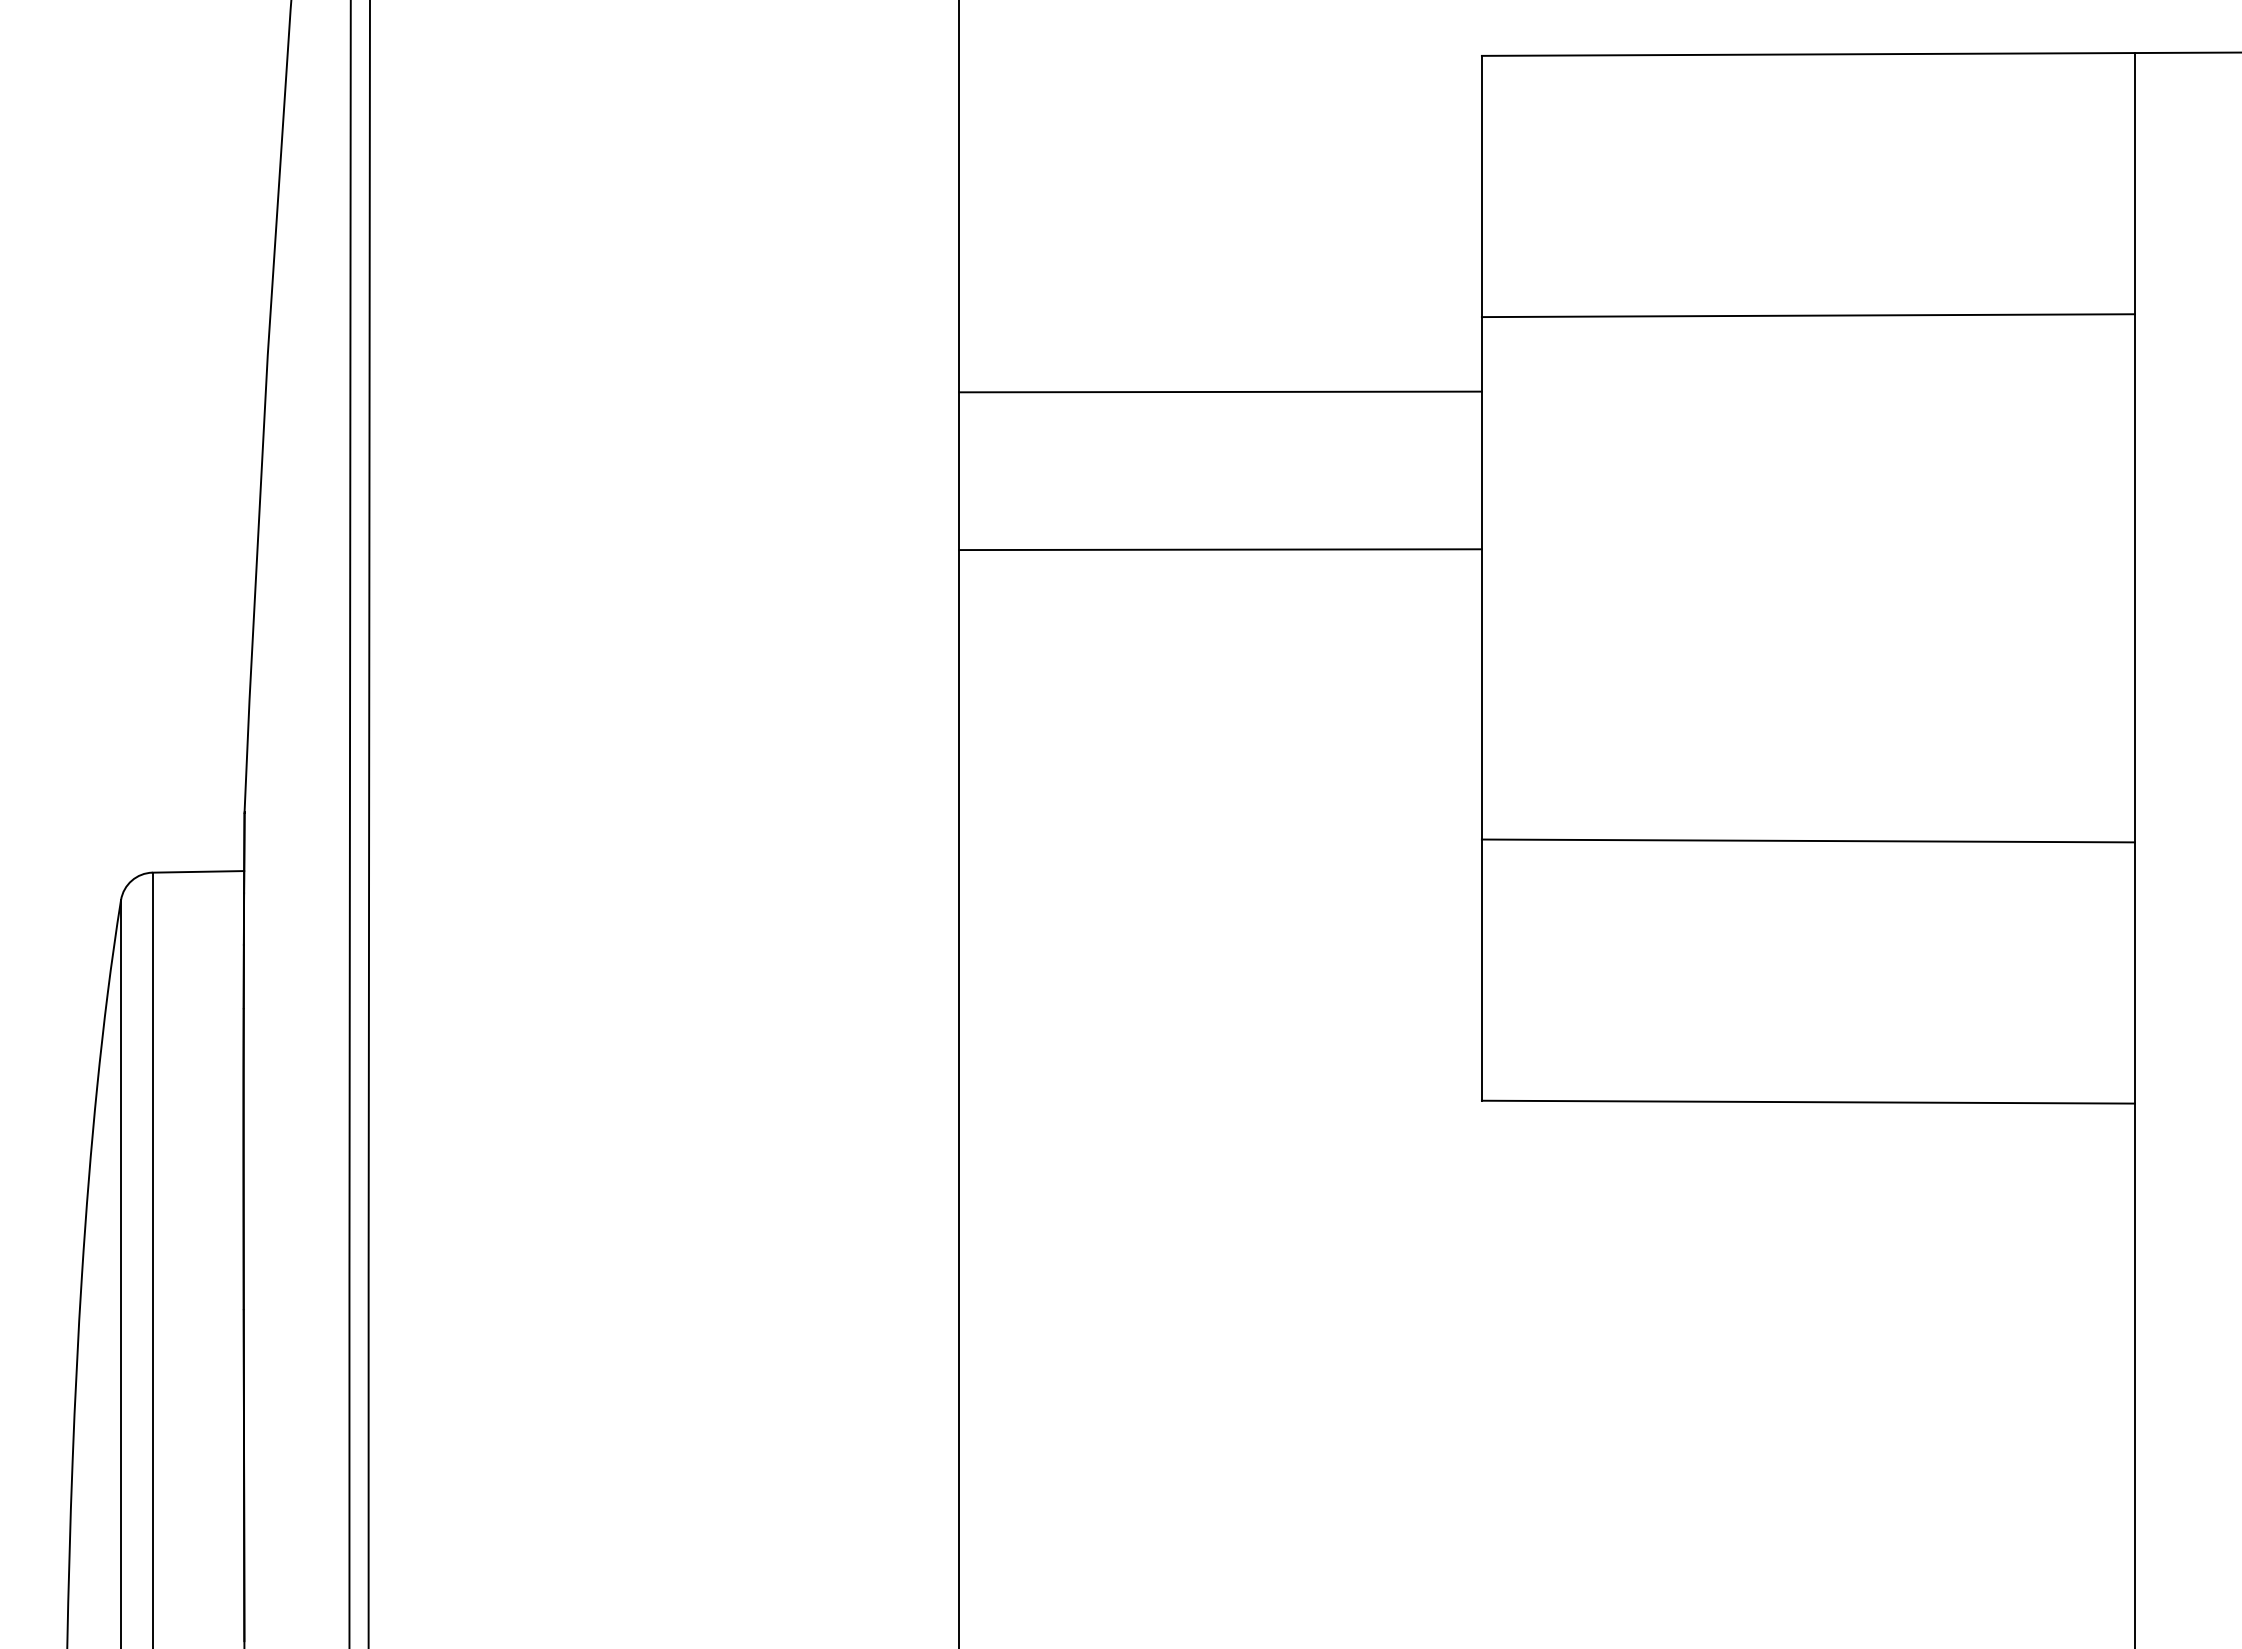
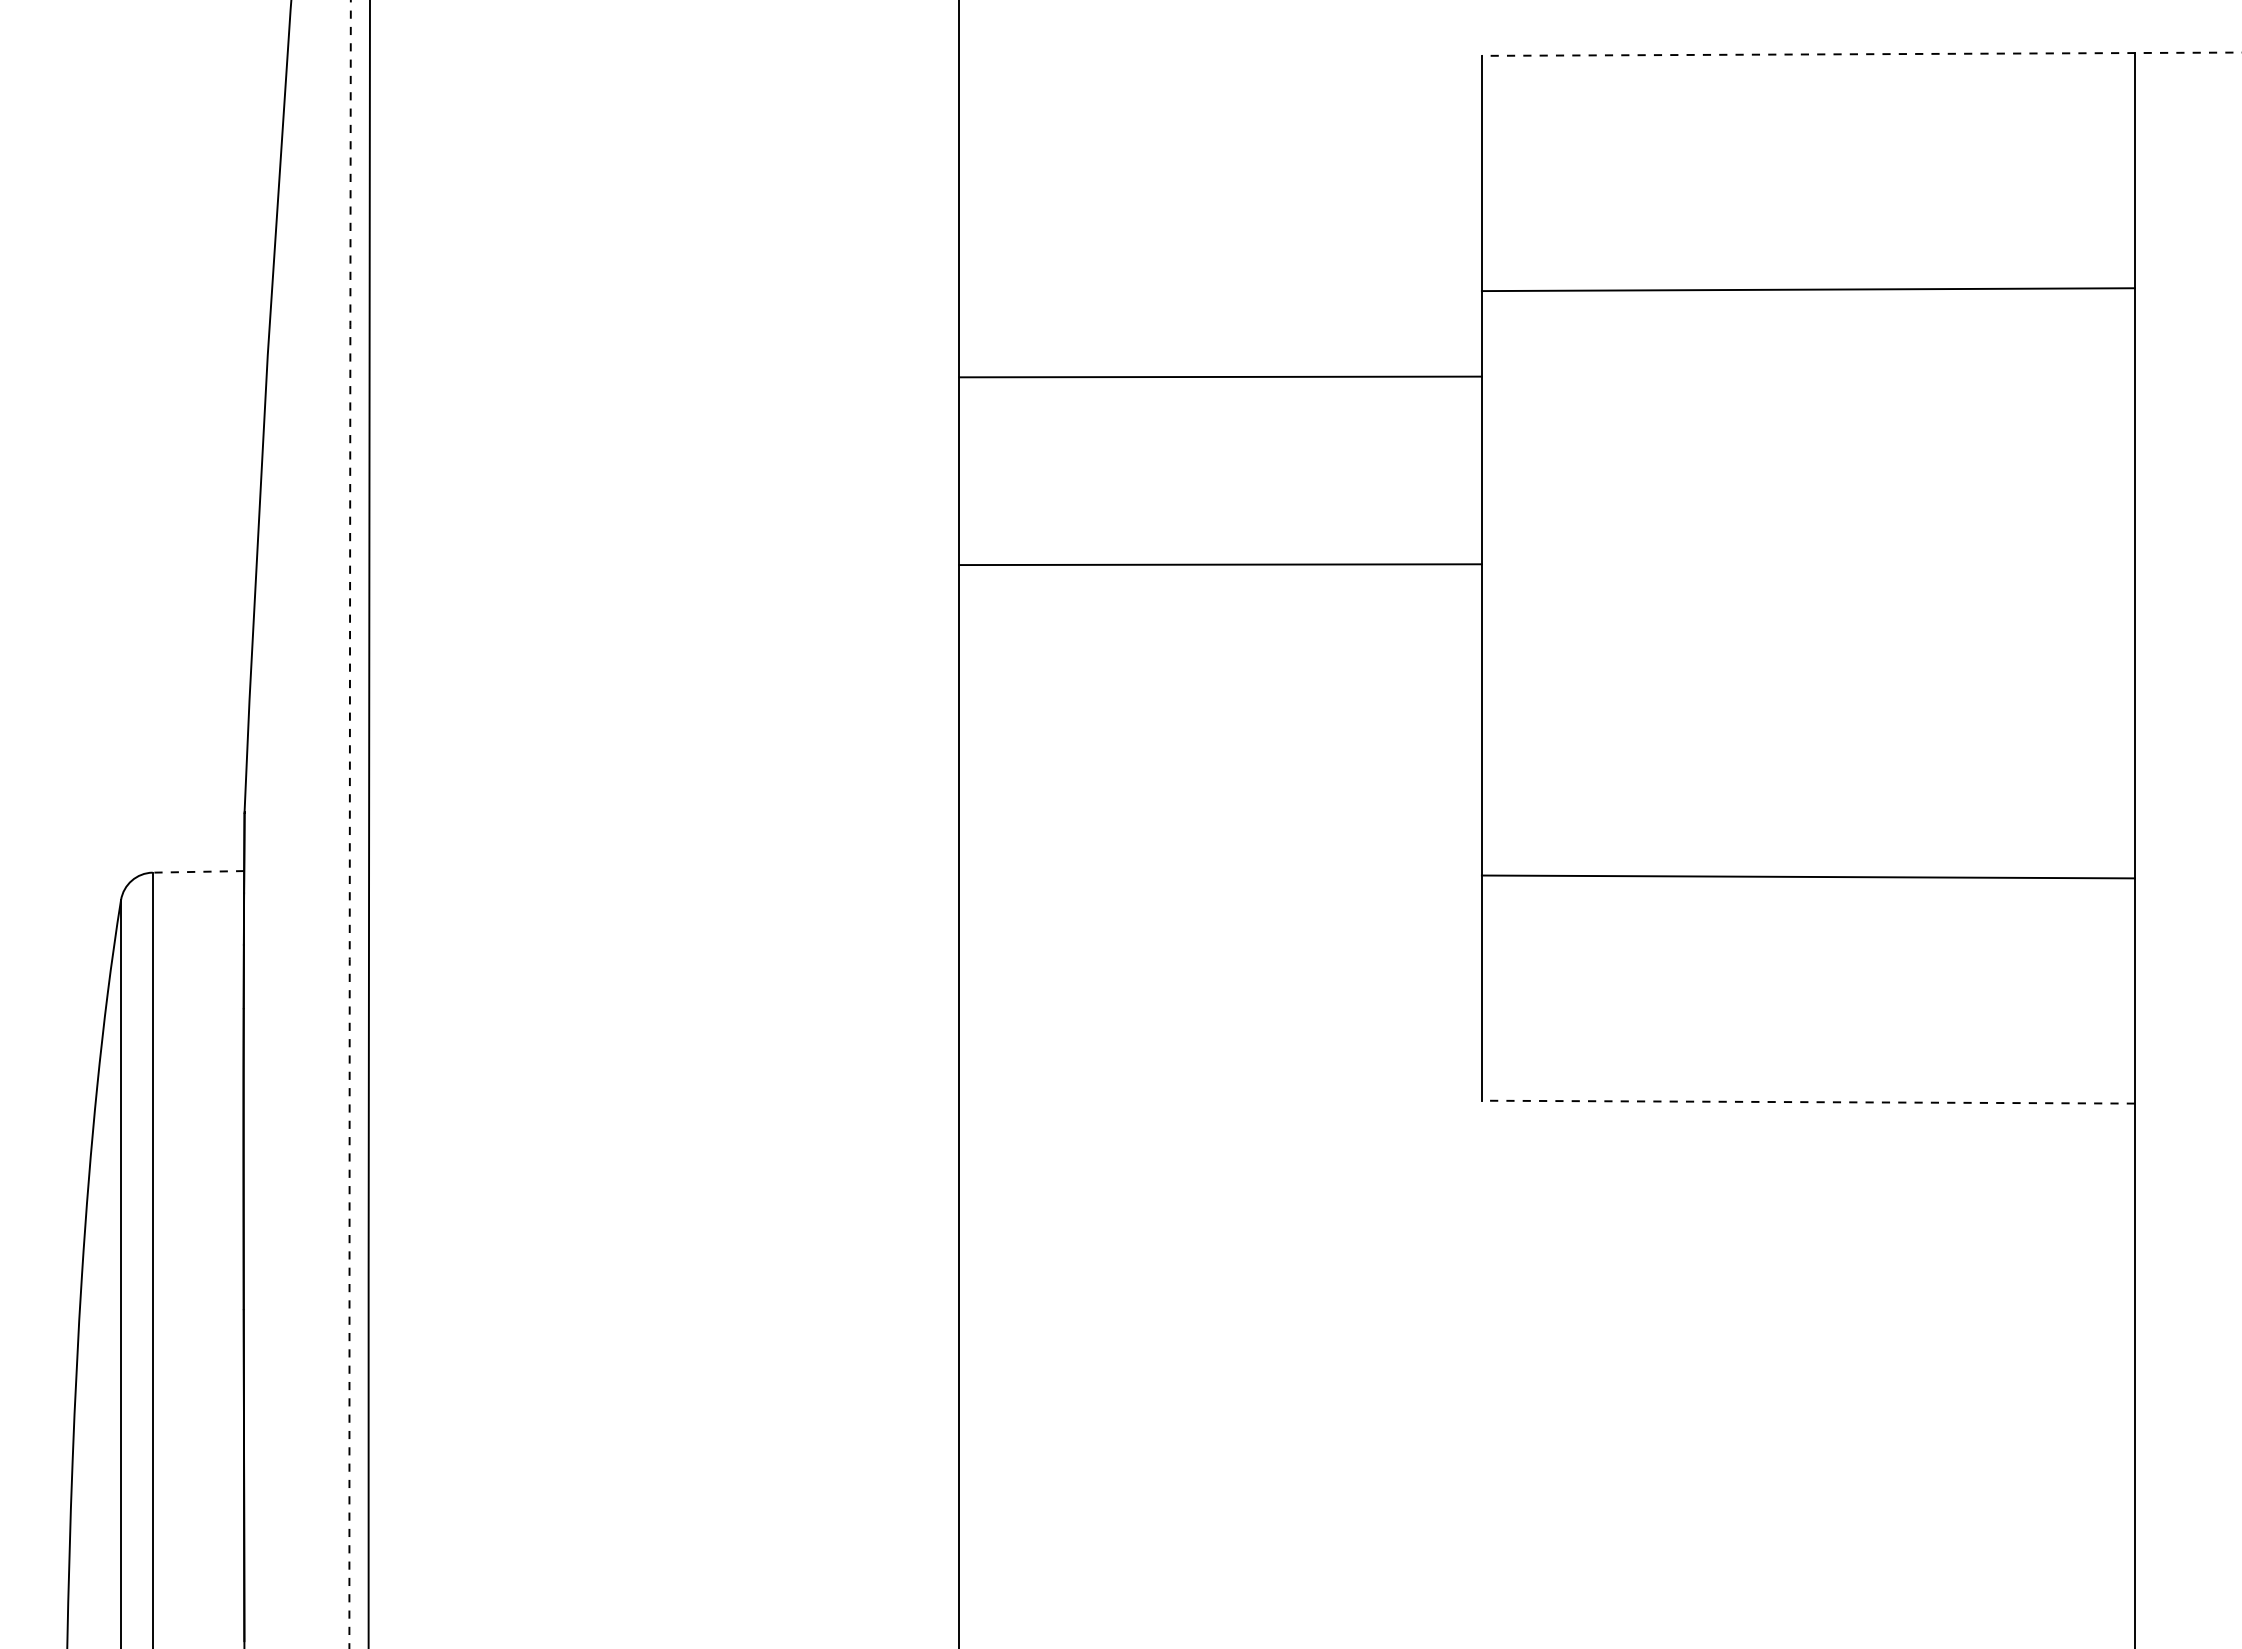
line at (1861, 54): solid -> dashed
line at (1807, 315) position: (1807, 315) -> (1807, 289)
line at (1220, 391) position: (1220, 391) -> (1220, 376)
line at (1220, 549) position: (1220, 549) -> (1220, 564)
arc at (349, 823): solid -> dashed
line at (1807, 840) position: (1807, 840) -> (1807, 876)
line at (198, 871): solid -> dashed
line at (1808, 1102): solid -> dashed
